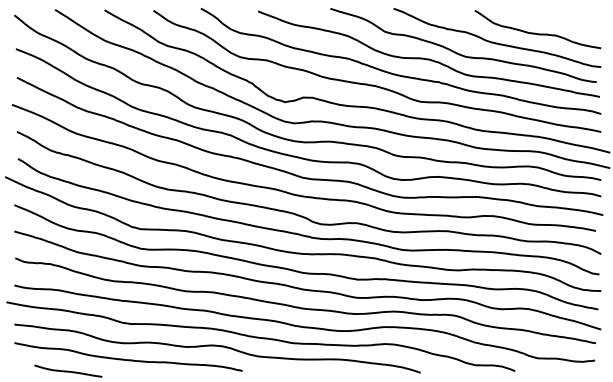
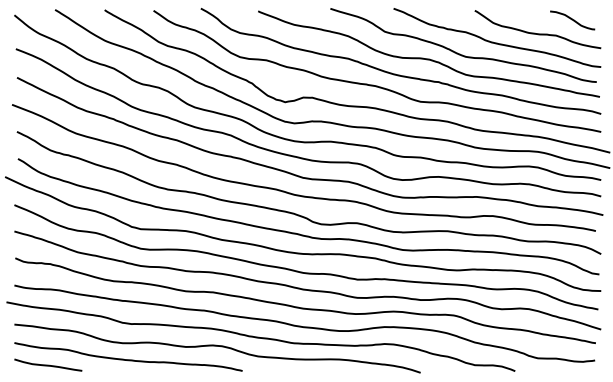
curve at (572, 20): none -> present
curve at (68, 370) position: (68, 370) -> (48, 364)
